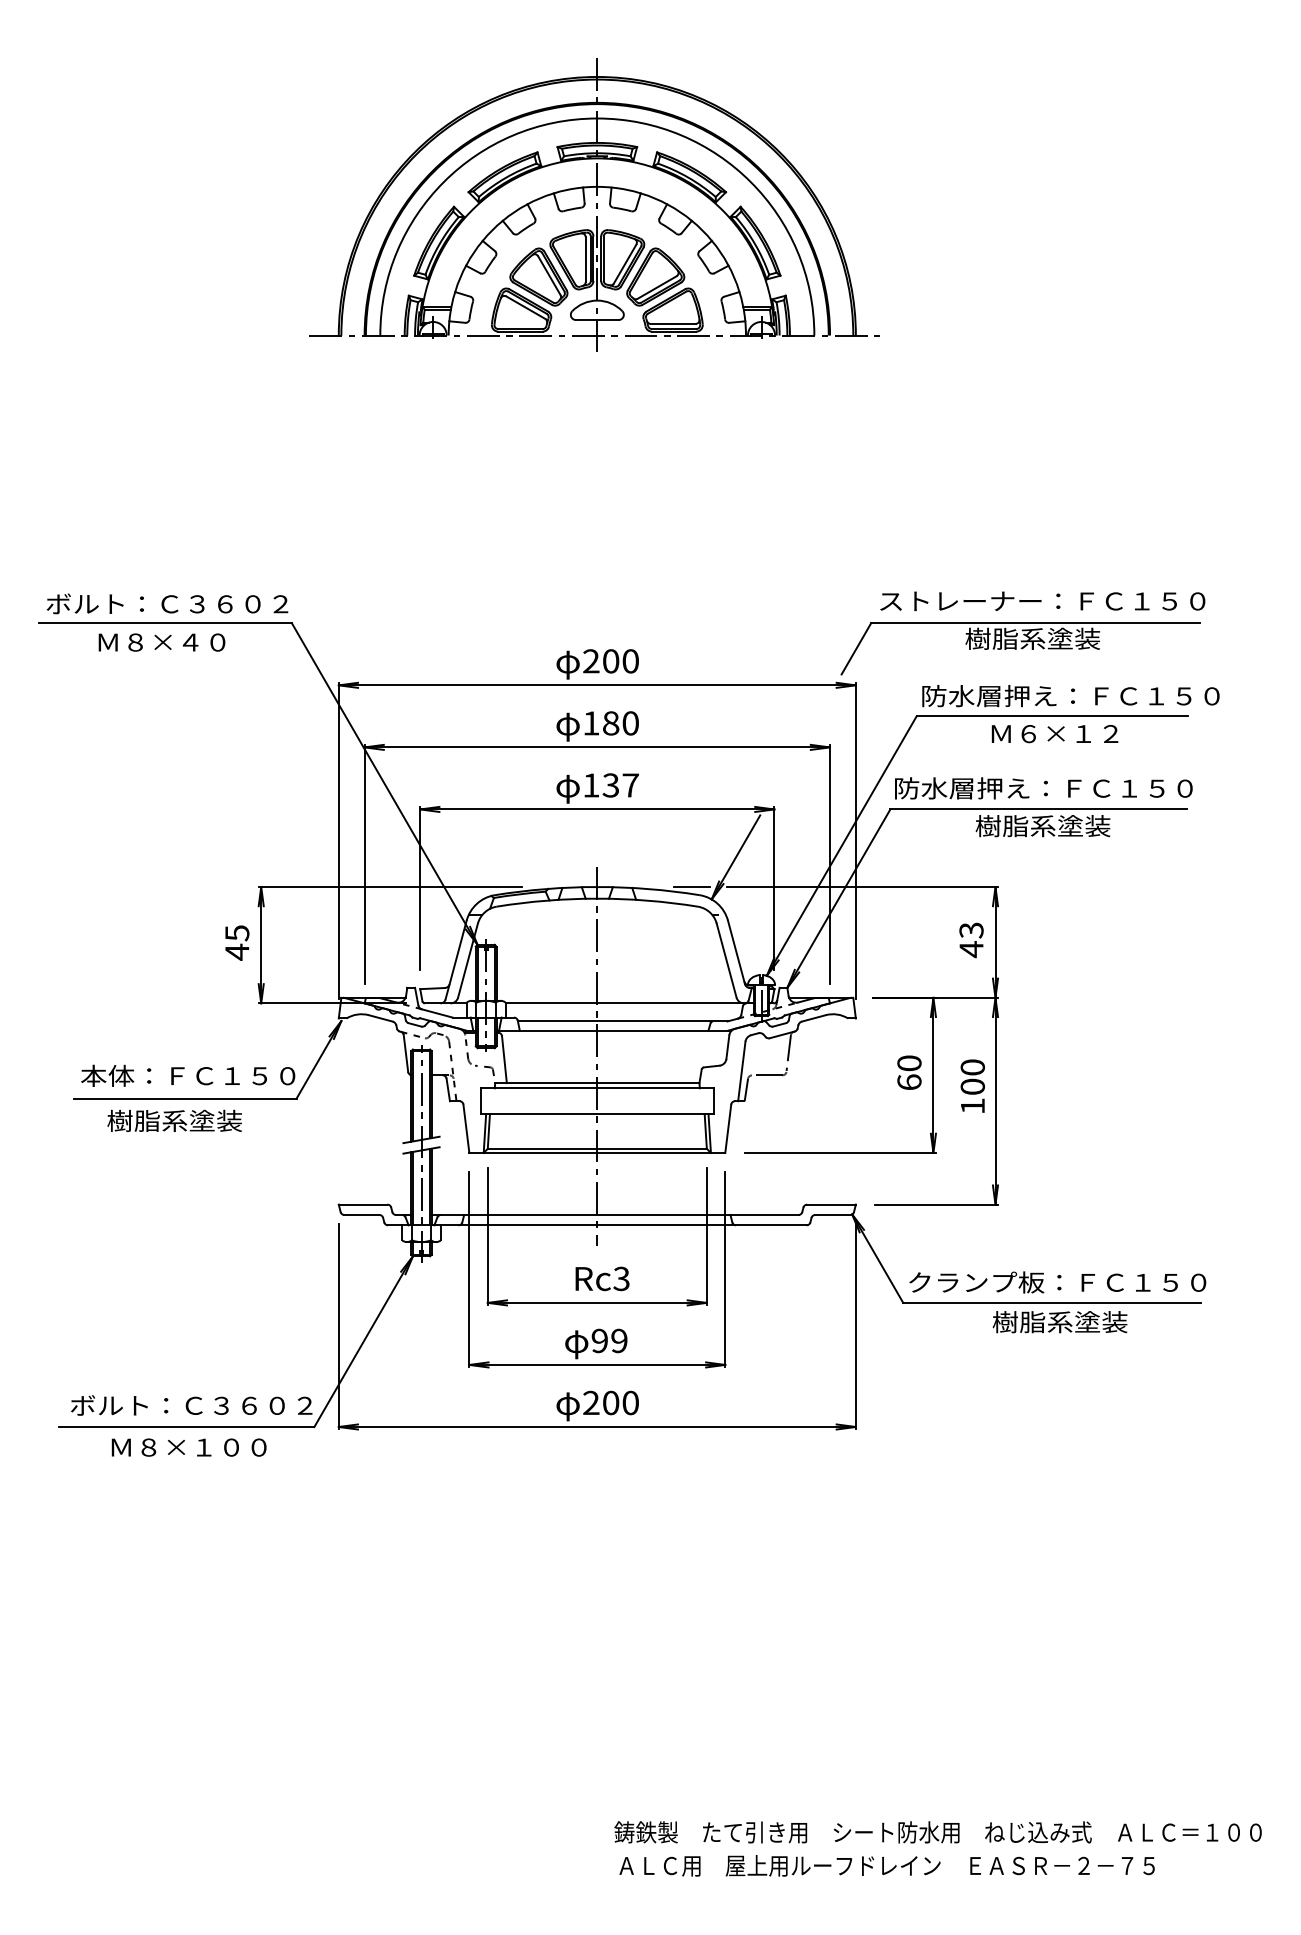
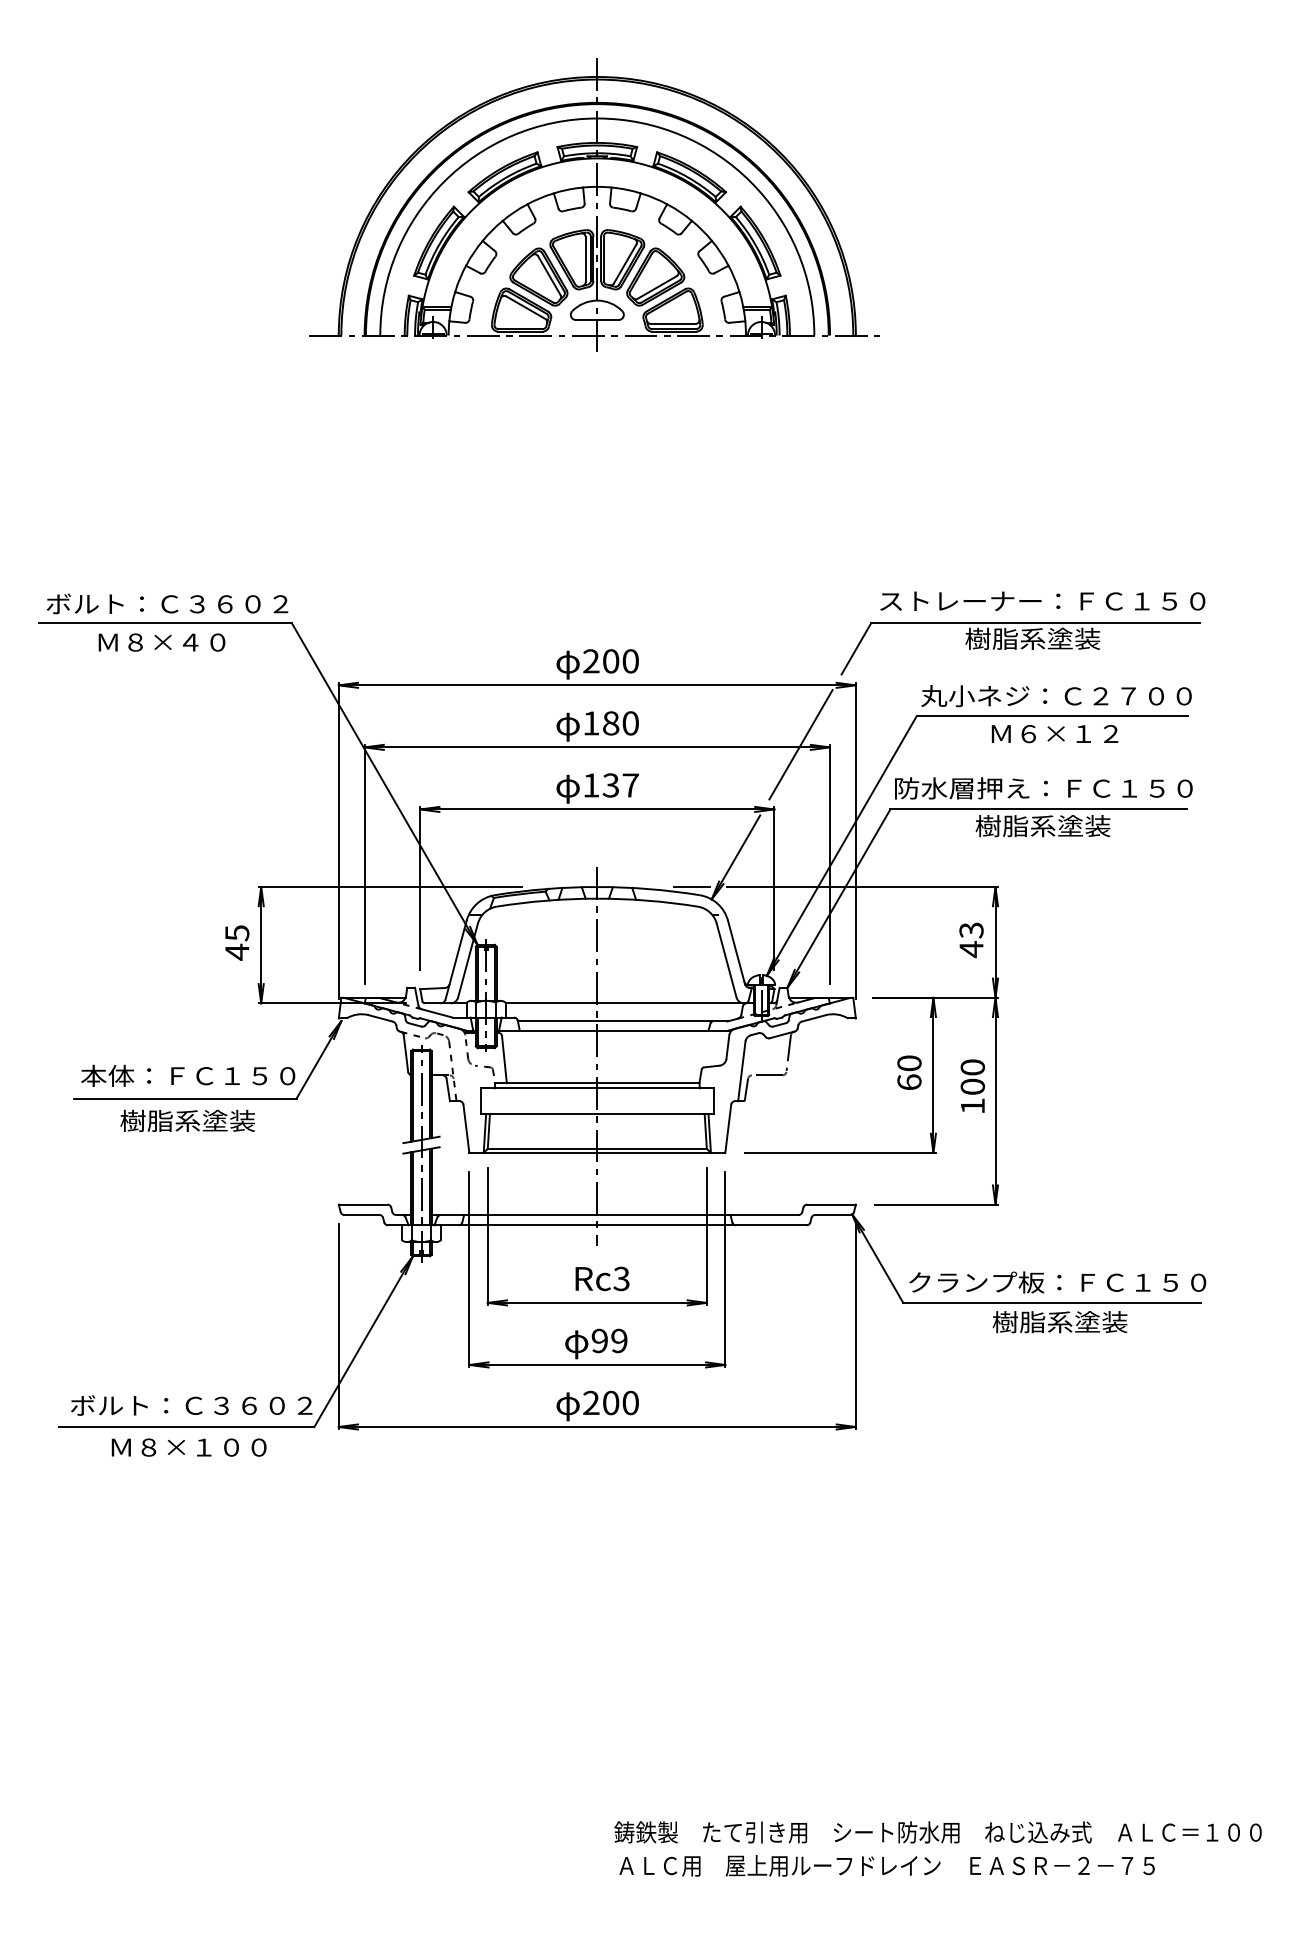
text at (1070, 696): 防水層押え：ＦＣ１５０ -> 丸小ネジ：Ｃ２７００
line at (800, 744): none -> present
text at (174, 1120) position: (174, 1120) -> (187, 1120)
